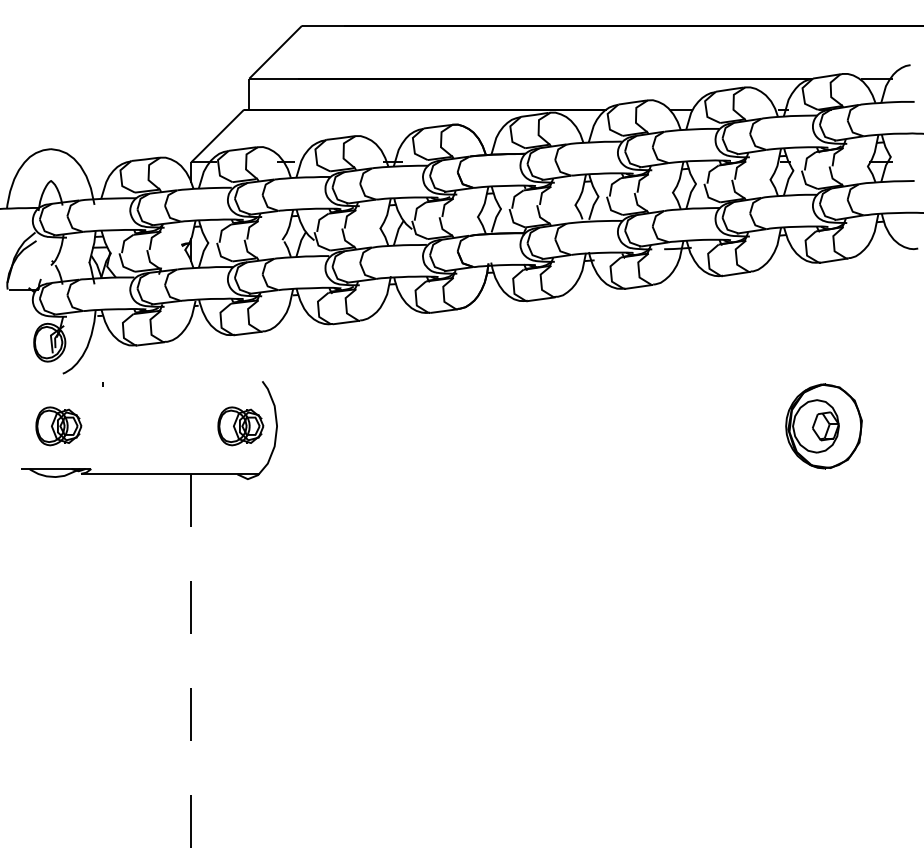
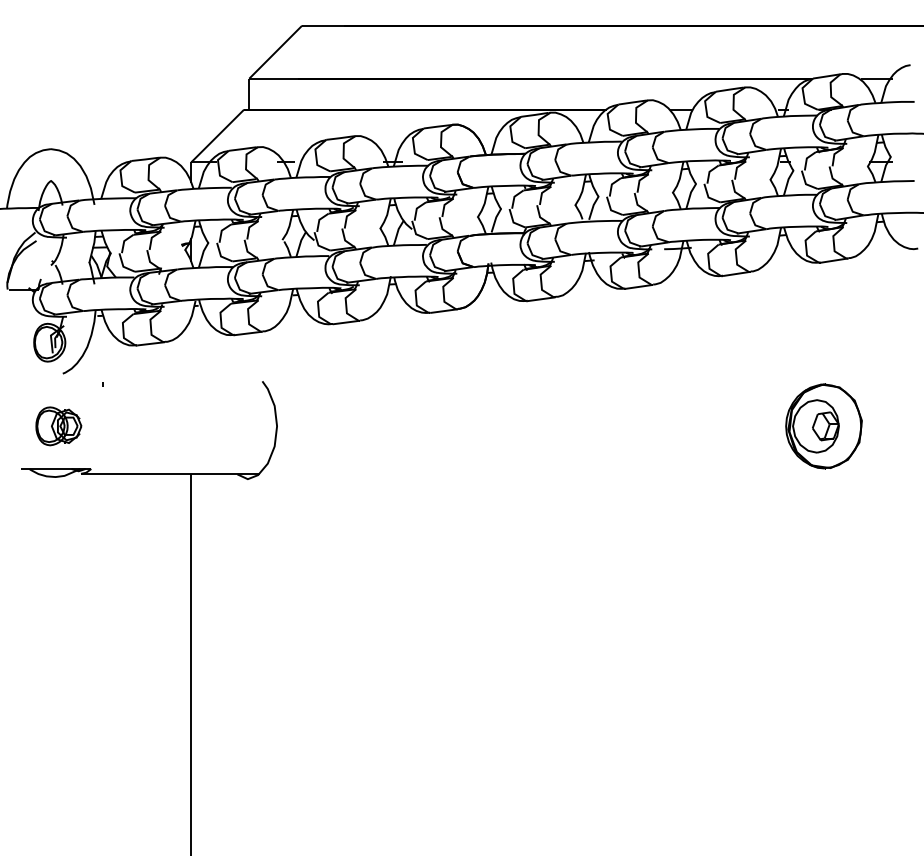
part at (240, 426): present -> none
line at (191, 664): dashed -> solid
